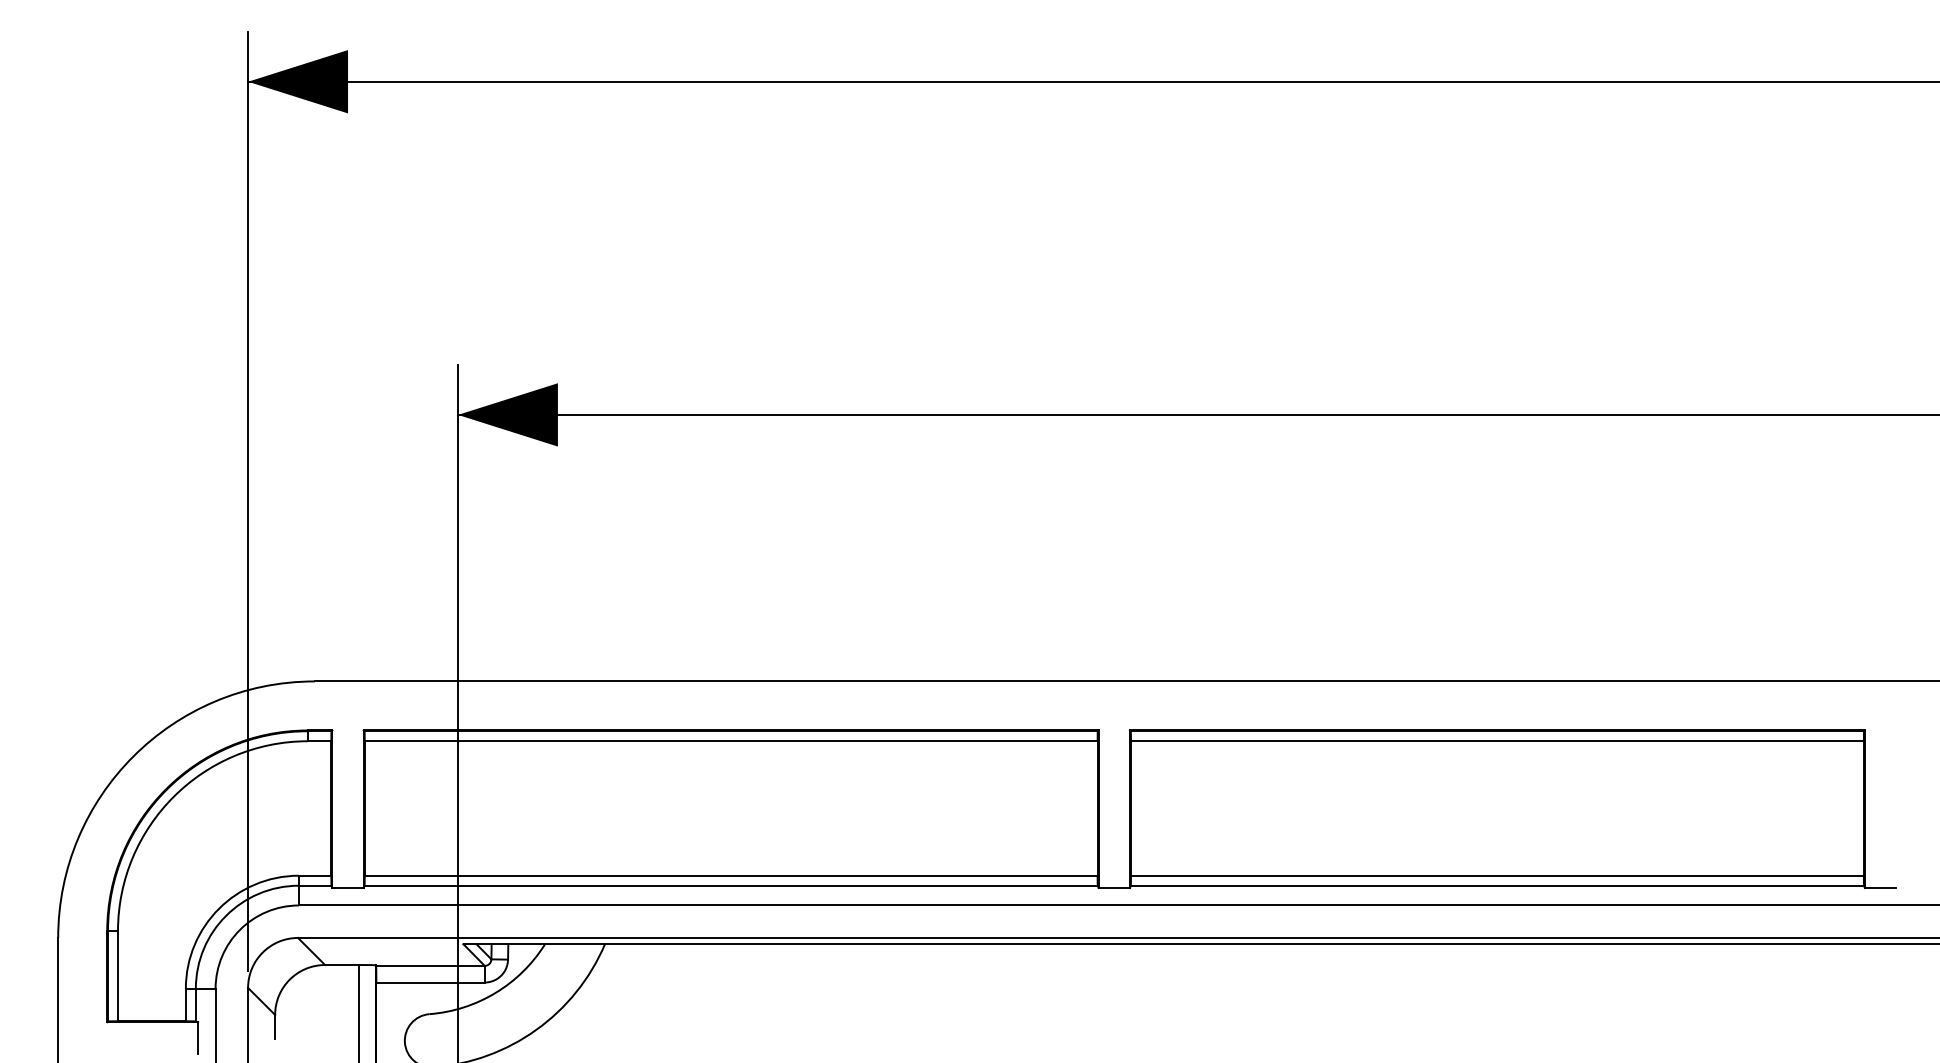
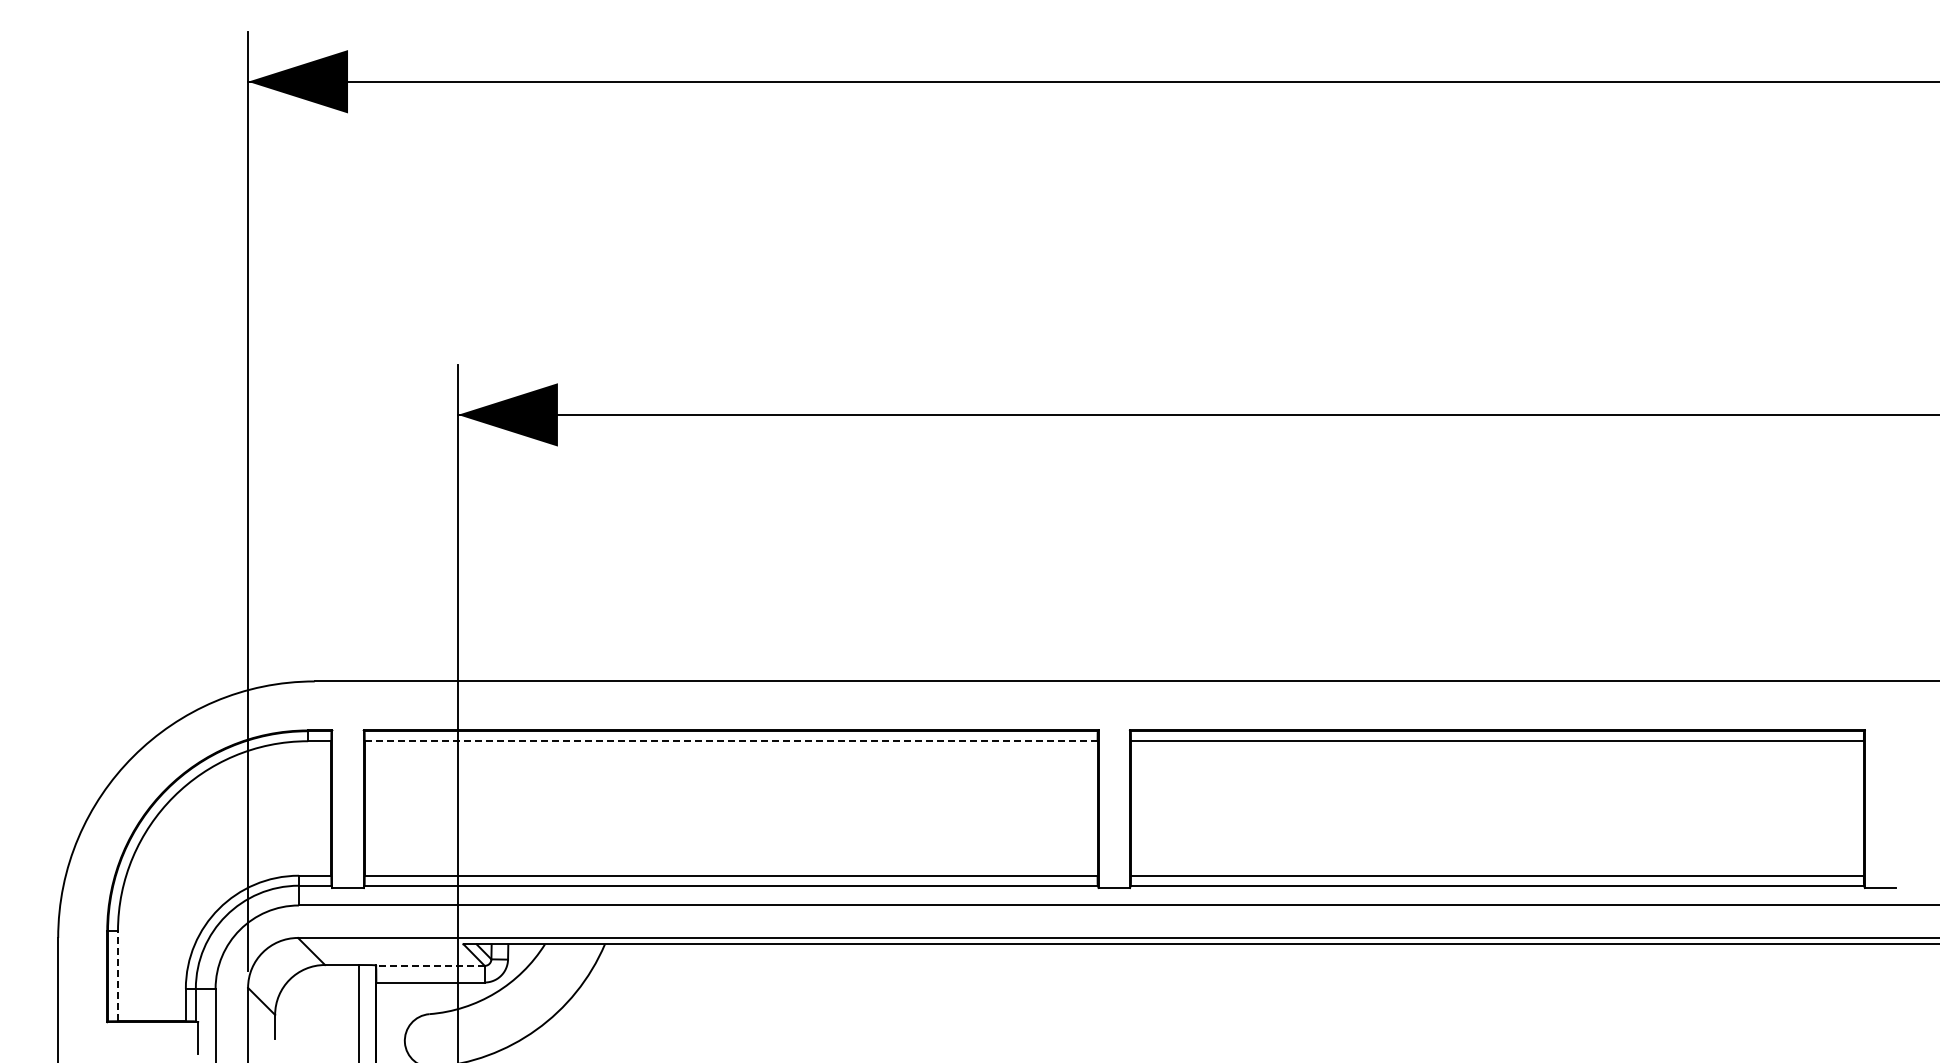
line at (731, 741): solid -> dashed
line at (429, 965): solid -> dashed
line at (118, 976): solid -> dashed
